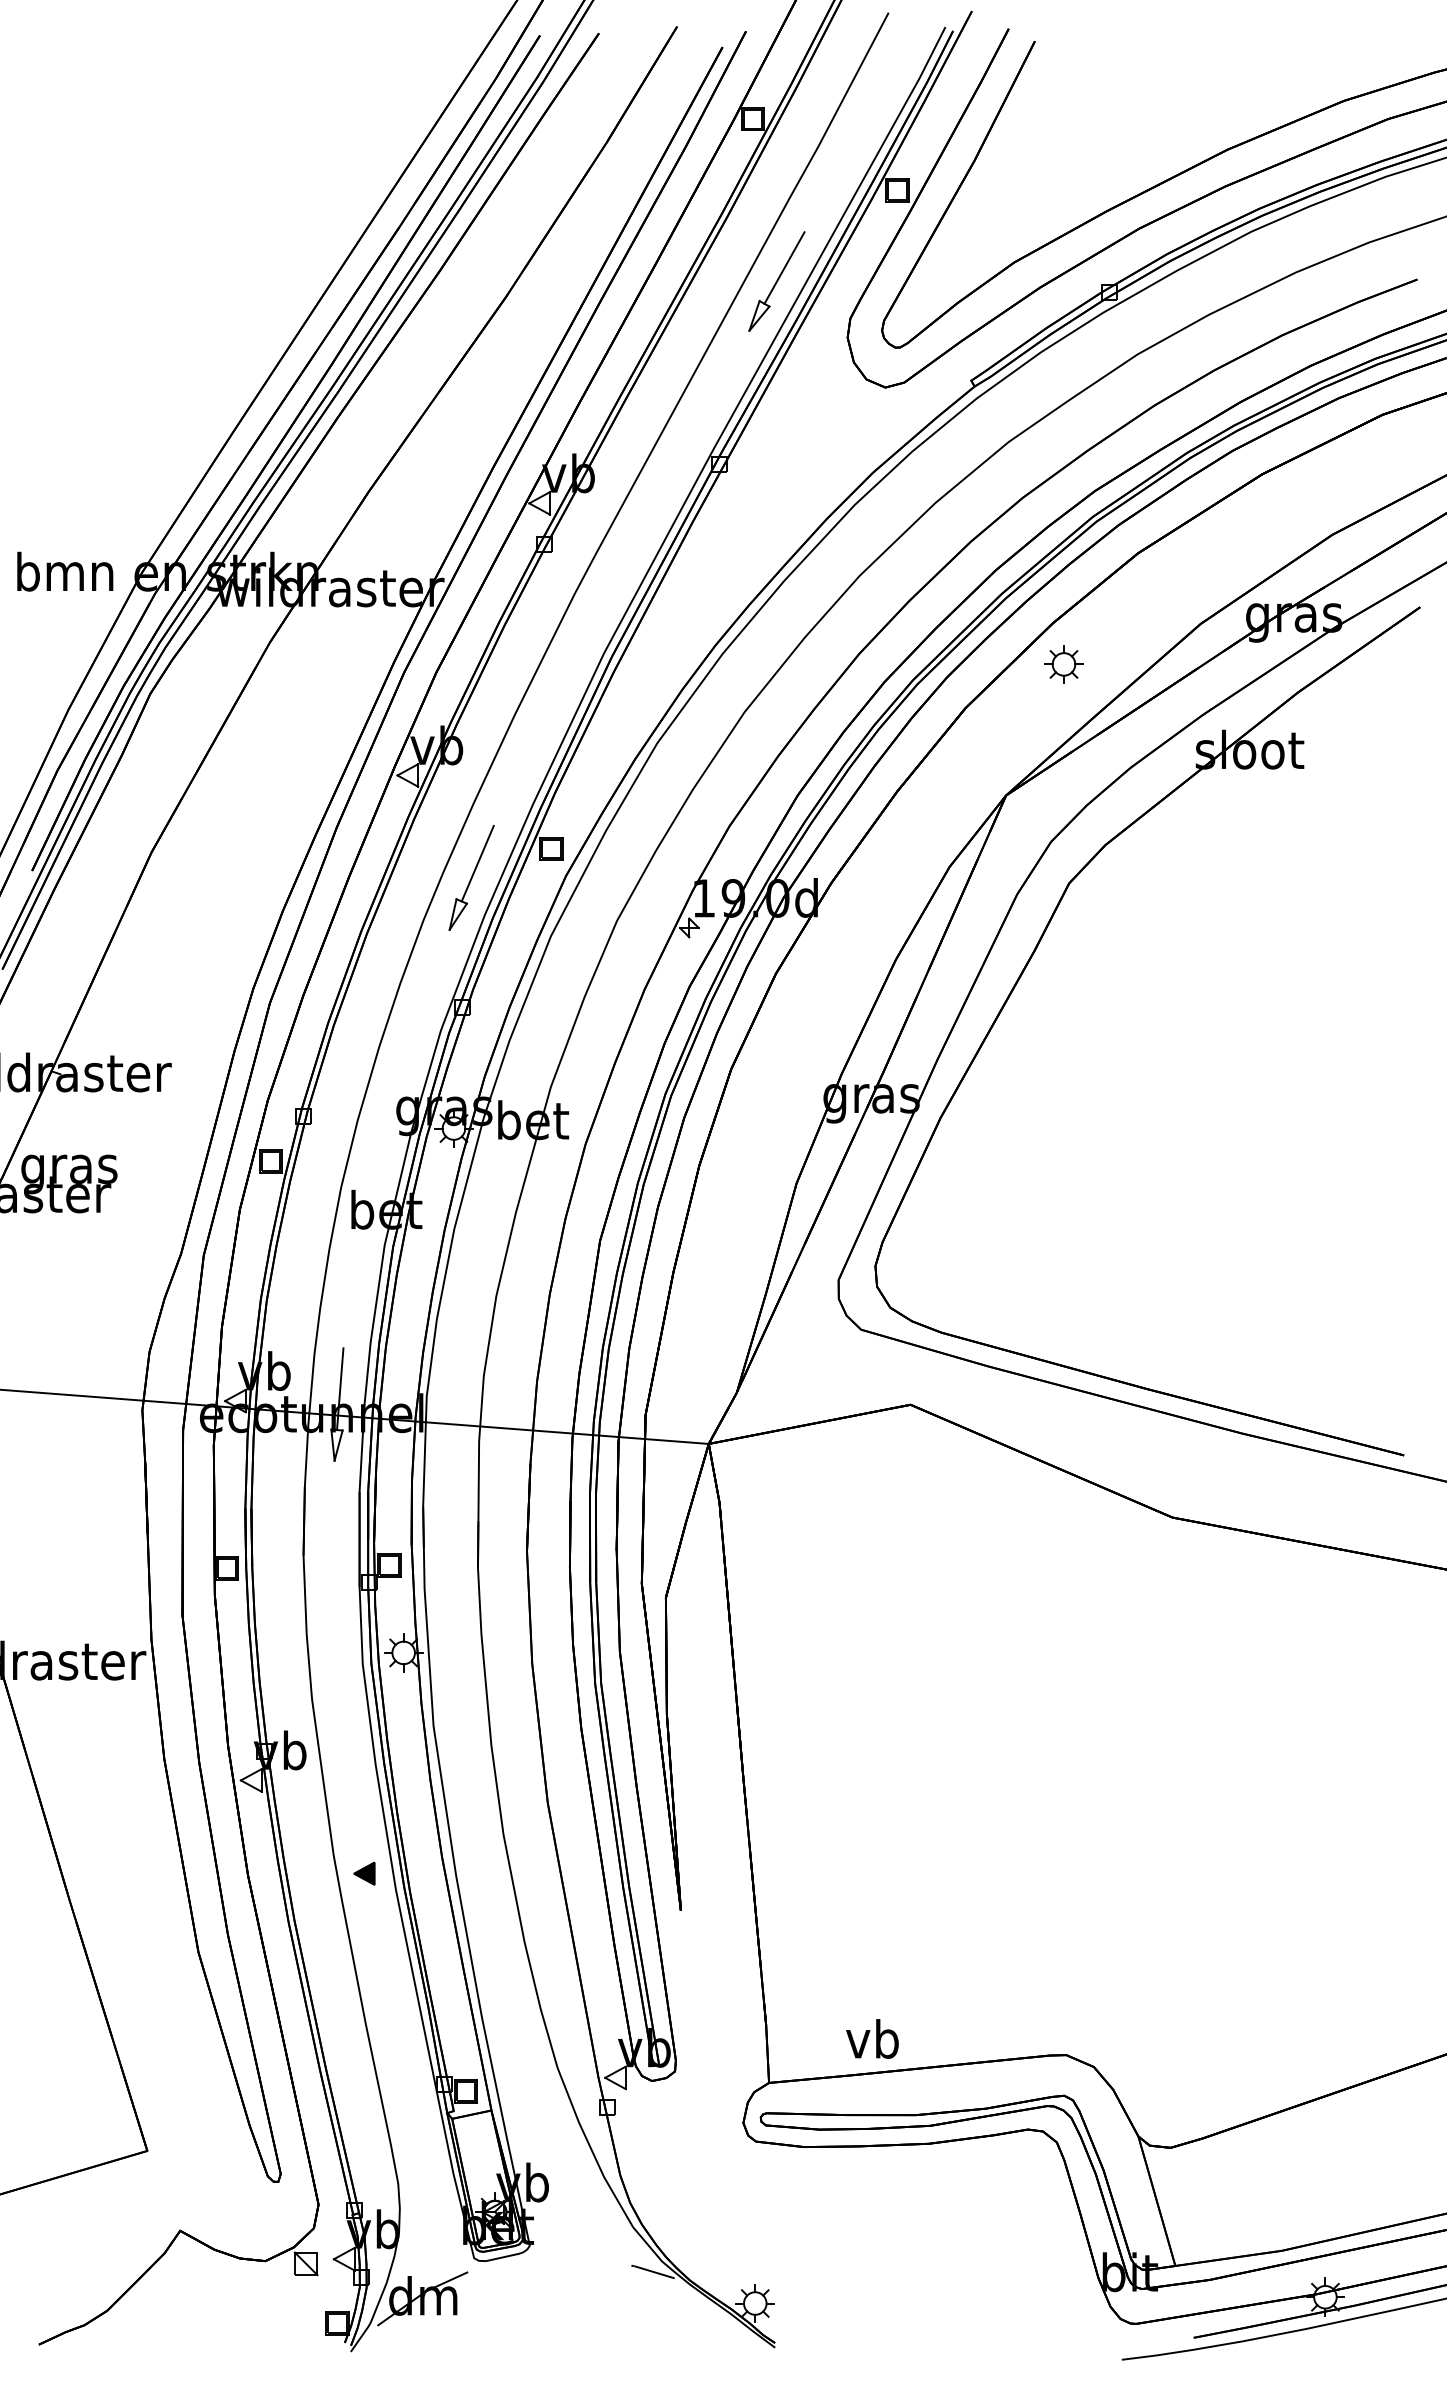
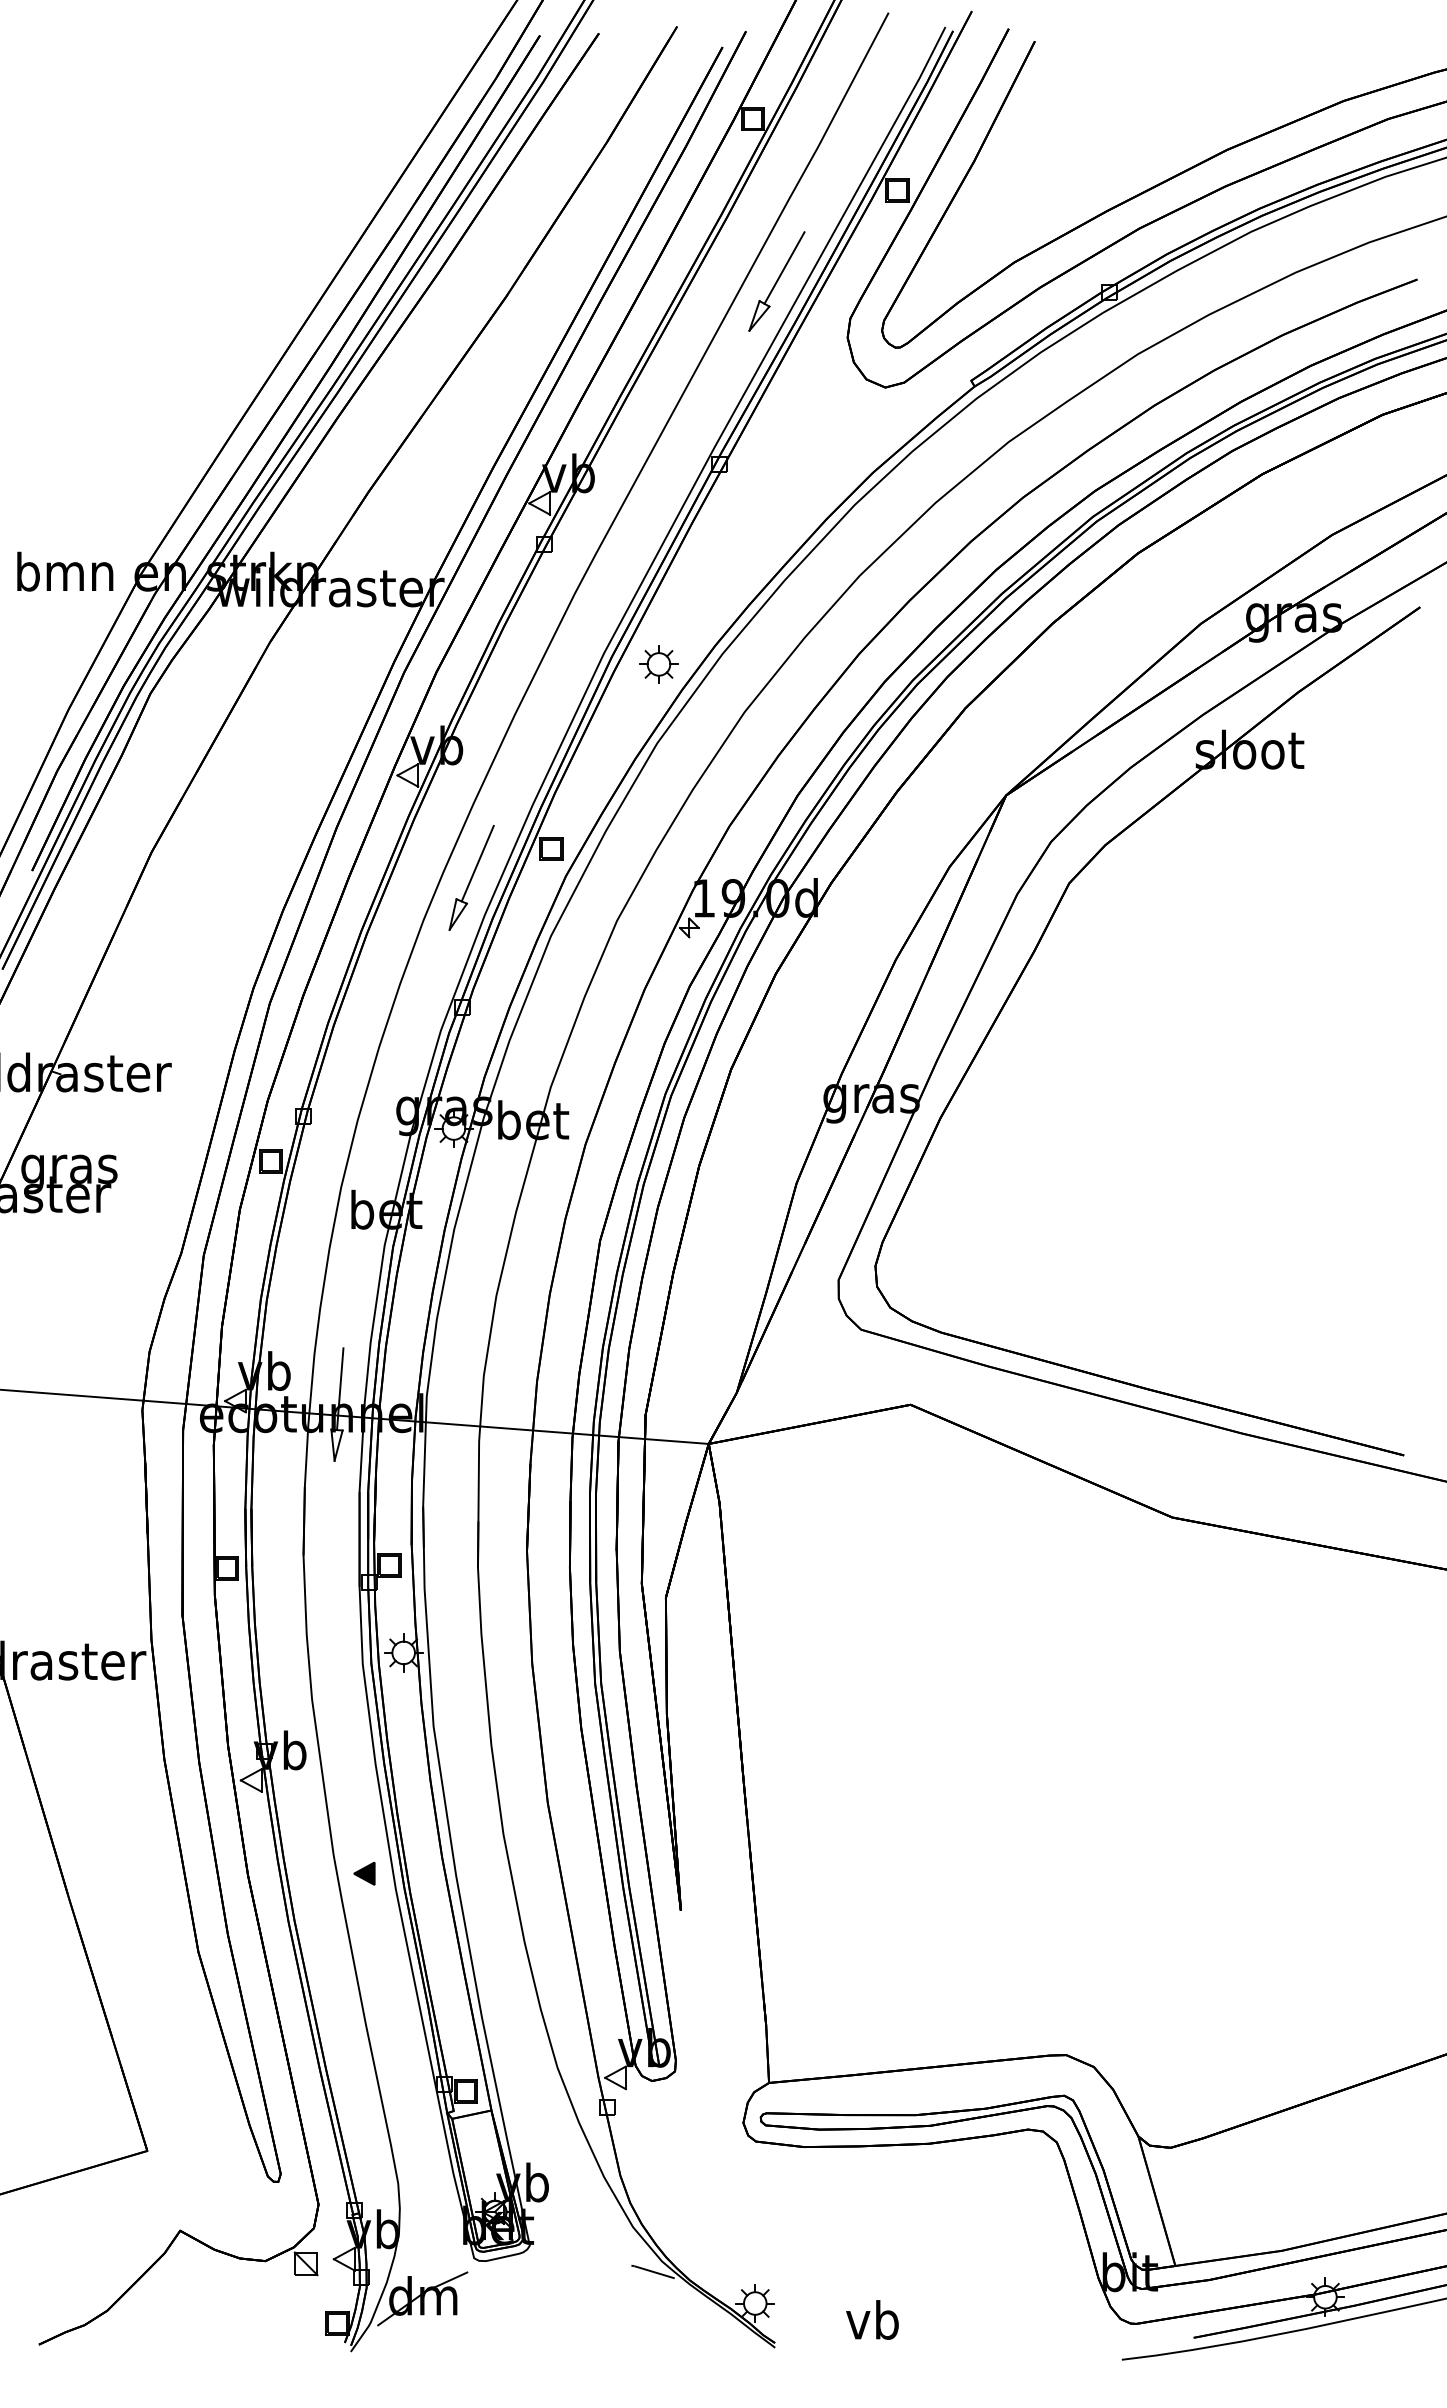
part at (1063, 664) position: (1063, 664) -> (658, 664)
text at (872, 2038) position: (872, 2038) -> (872, 2319)
